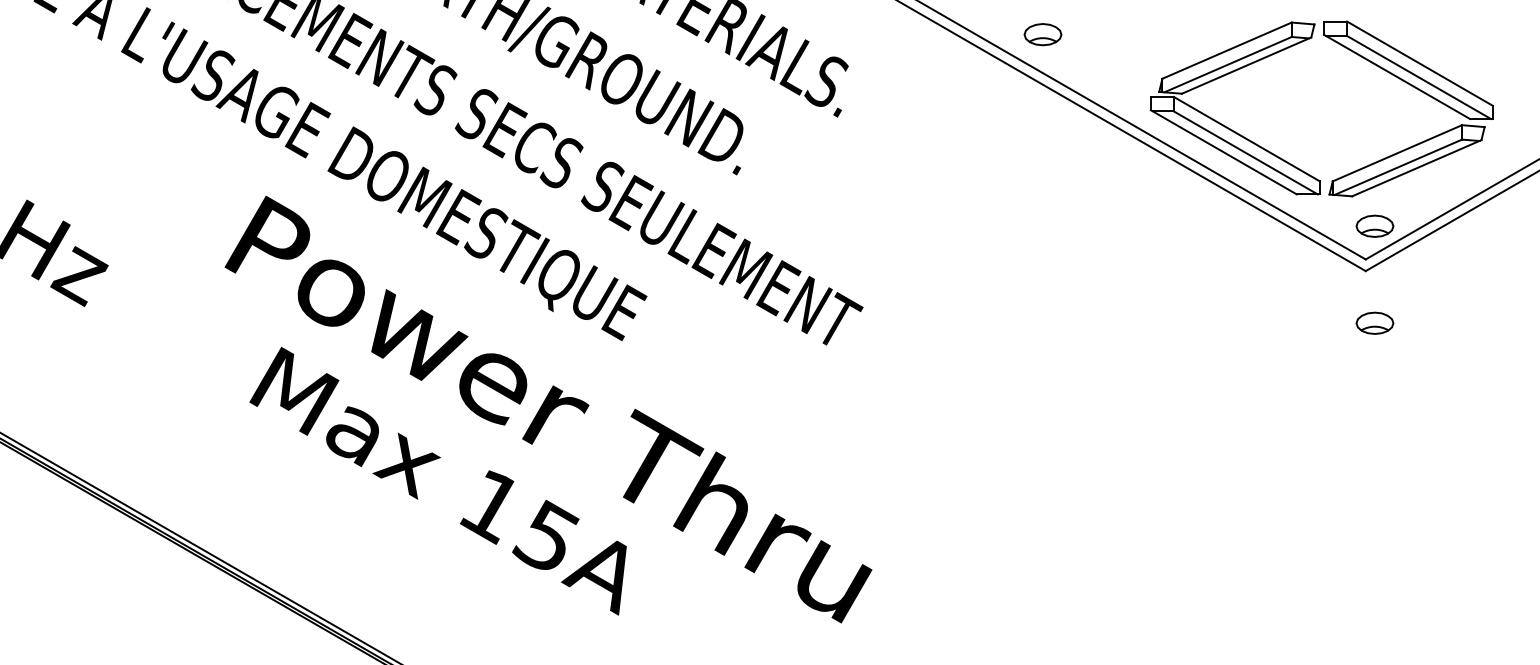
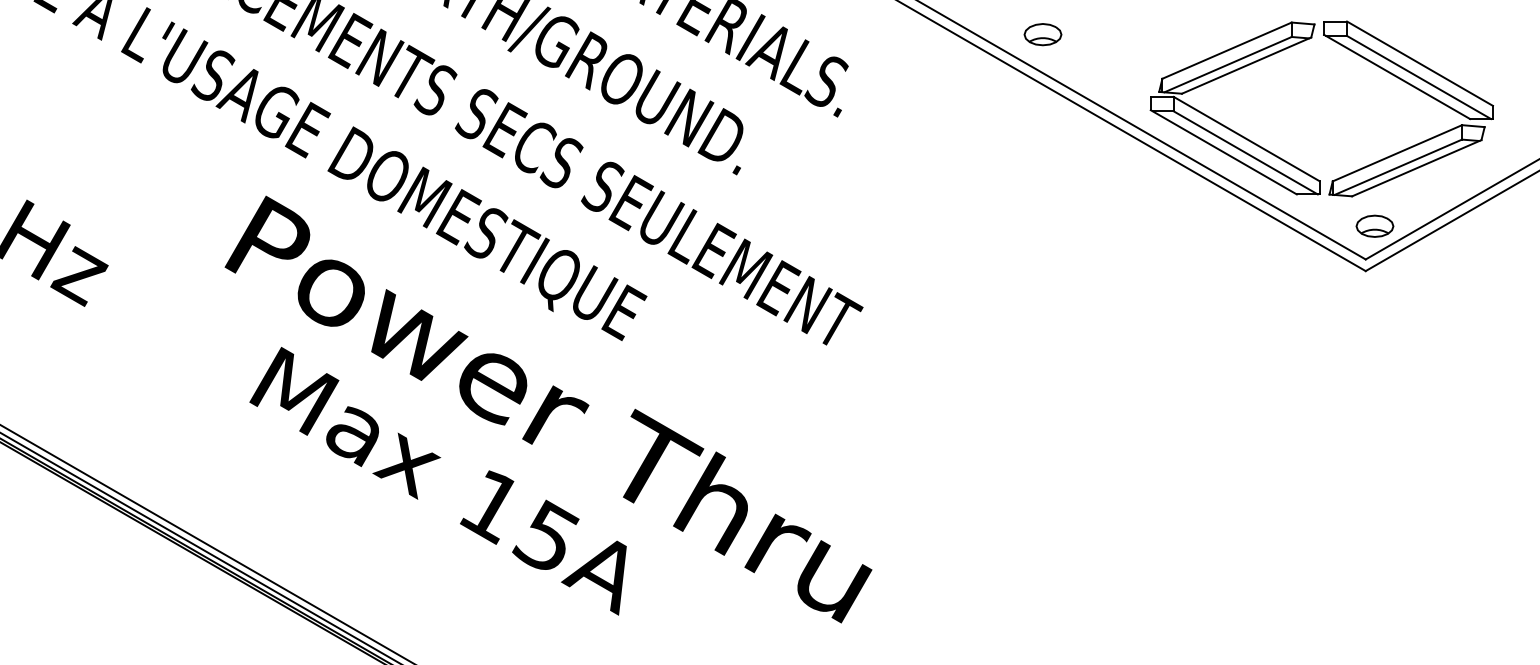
part at (1374, 322): present -> none
line at (206, 543): none -> present
